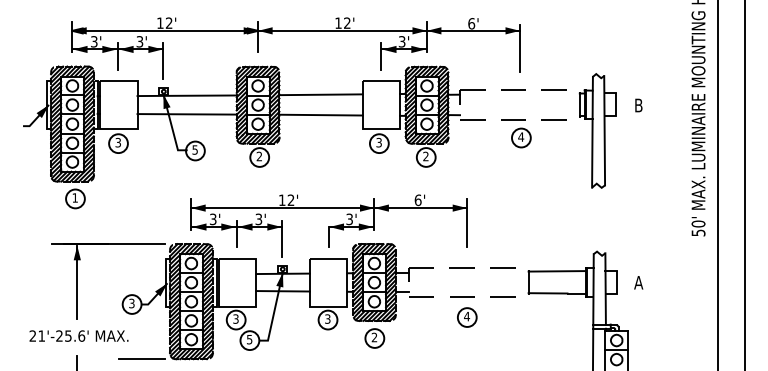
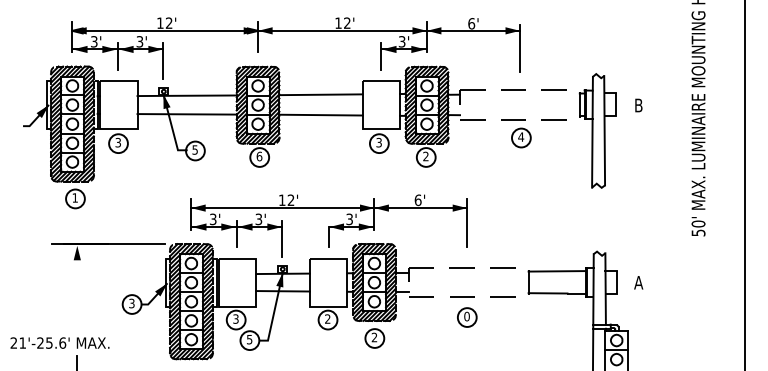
text at (259, 156): 2 -> 6
line at (717, 184): present -> none
line at (77, 282): present -> none
text at (467, 316): 4 -> 0
text at (327, 319): 3 -> 2
text at (78, 335) position: (78, 335) -> (59, 342)
line at (141, 359): present -> none
